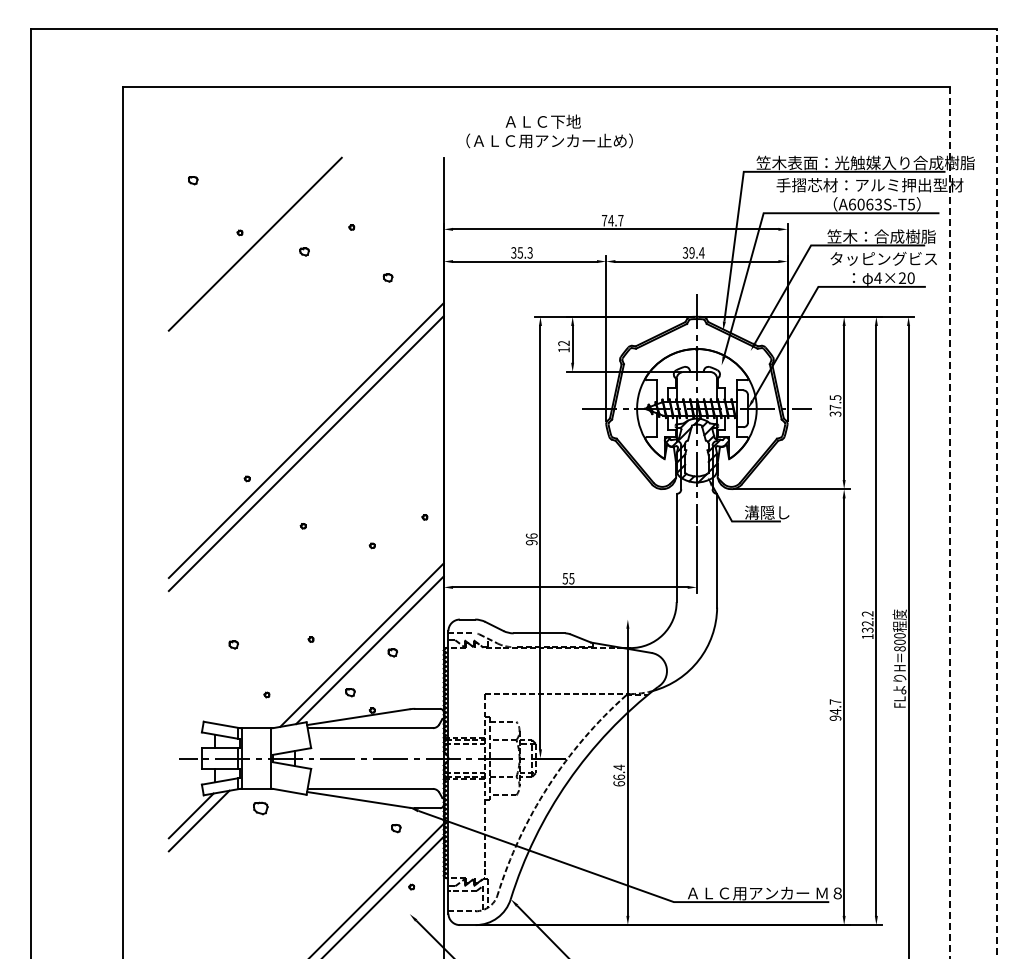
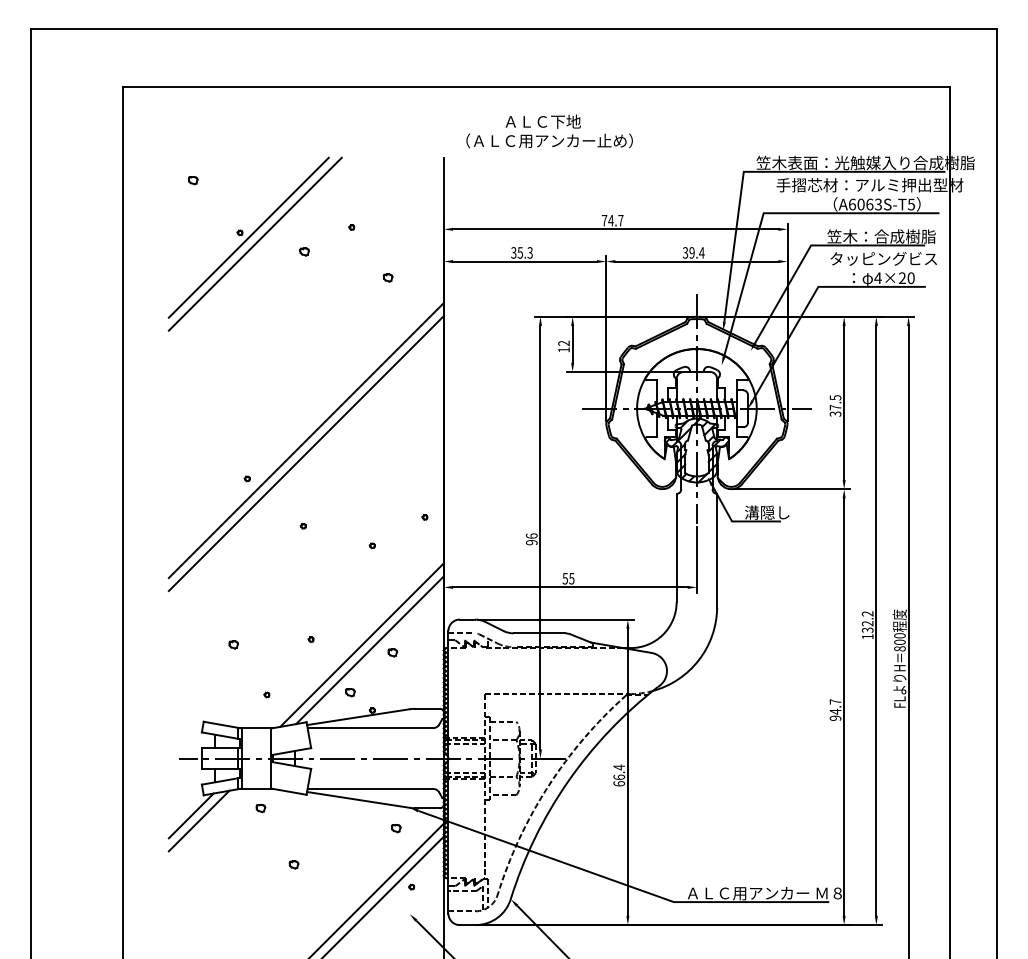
line at (248, 237): none -> present
line at (997, 493): dashed -> solid
line at (949, 522): dashed -> solid
line at (555, 619): none -> present
part at (260, 808) size: 16x15 px -> 12x11 px
part at (293, 864): none -> present
